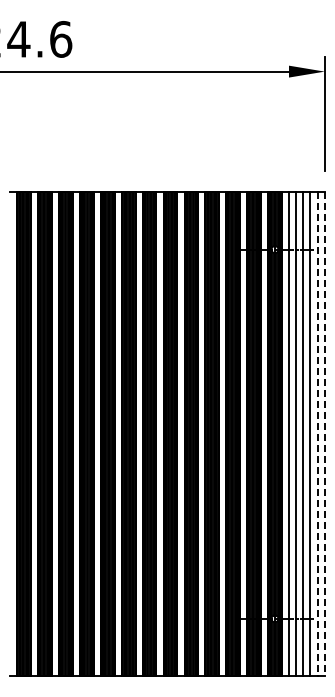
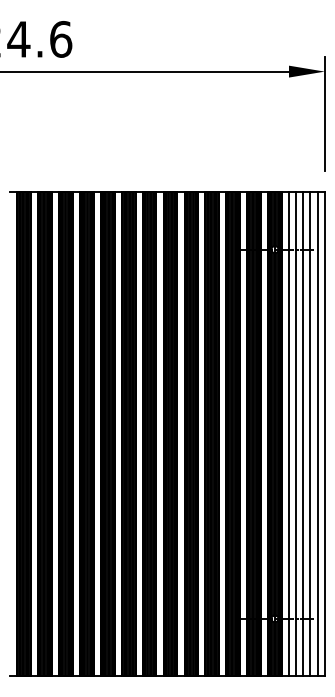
line at (317, 434): dashed -> solid
line at (324, 434): dashed -> solid
